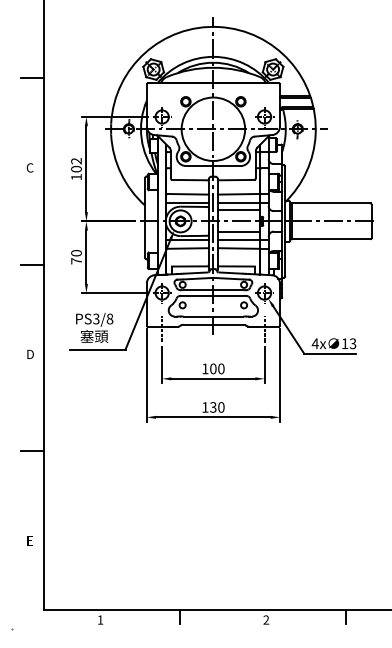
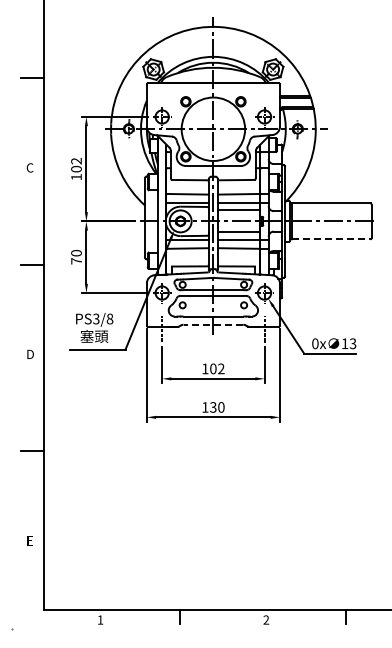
line at (331, 239): solid -> dashed
line at (213, 324): solid -> dashed
text at (314, 343): 4x -> 0x
text at (221, 368): 100 -> 102
